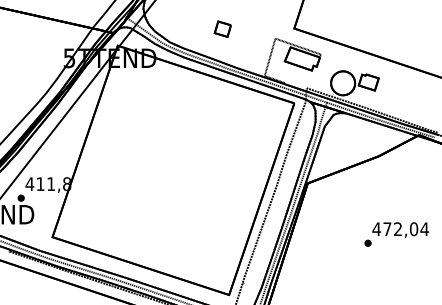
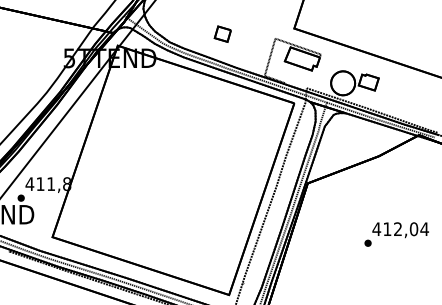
part at (222, 28) position: (222, 28) -> (222, 33)
text at (387, 228): 472,04 -> 412,04
